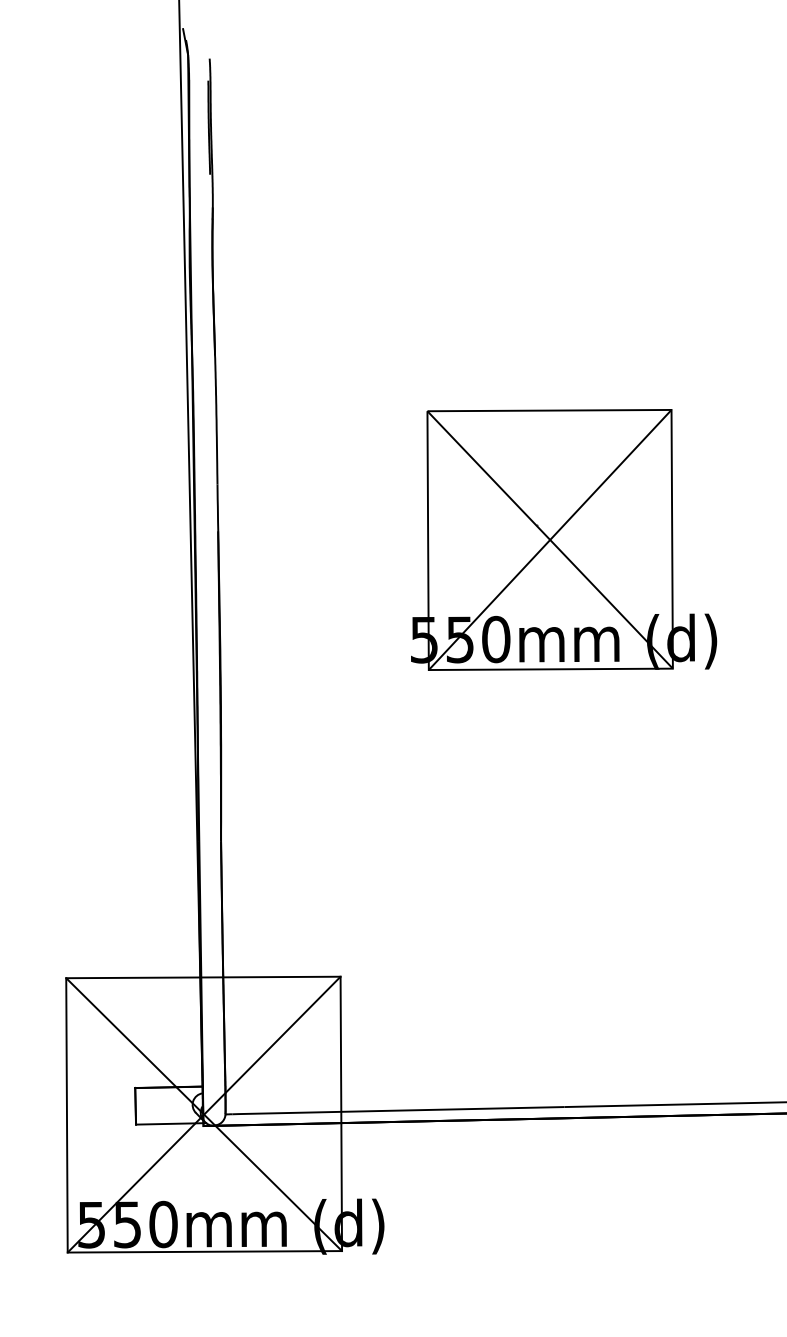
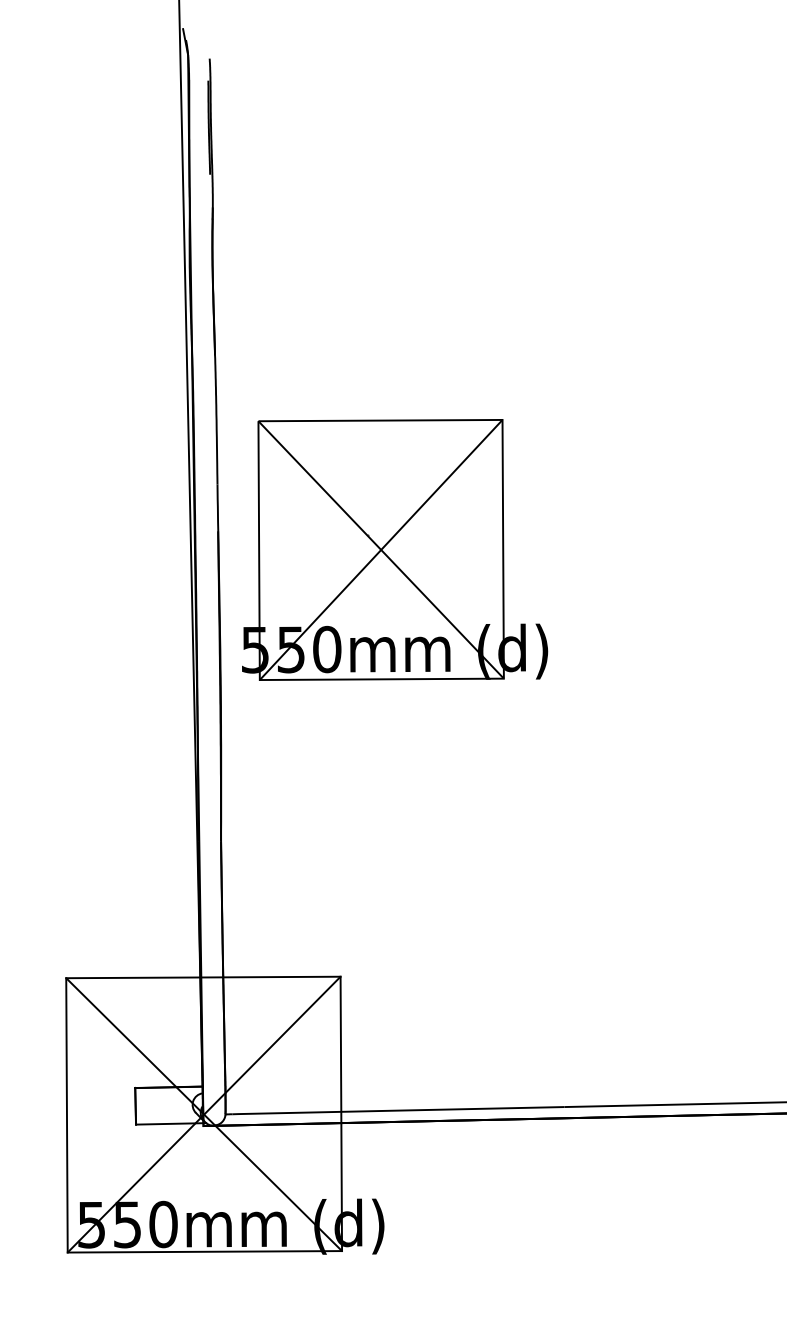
part at (564, 539) position: (564, 539) -> (395, 549)
